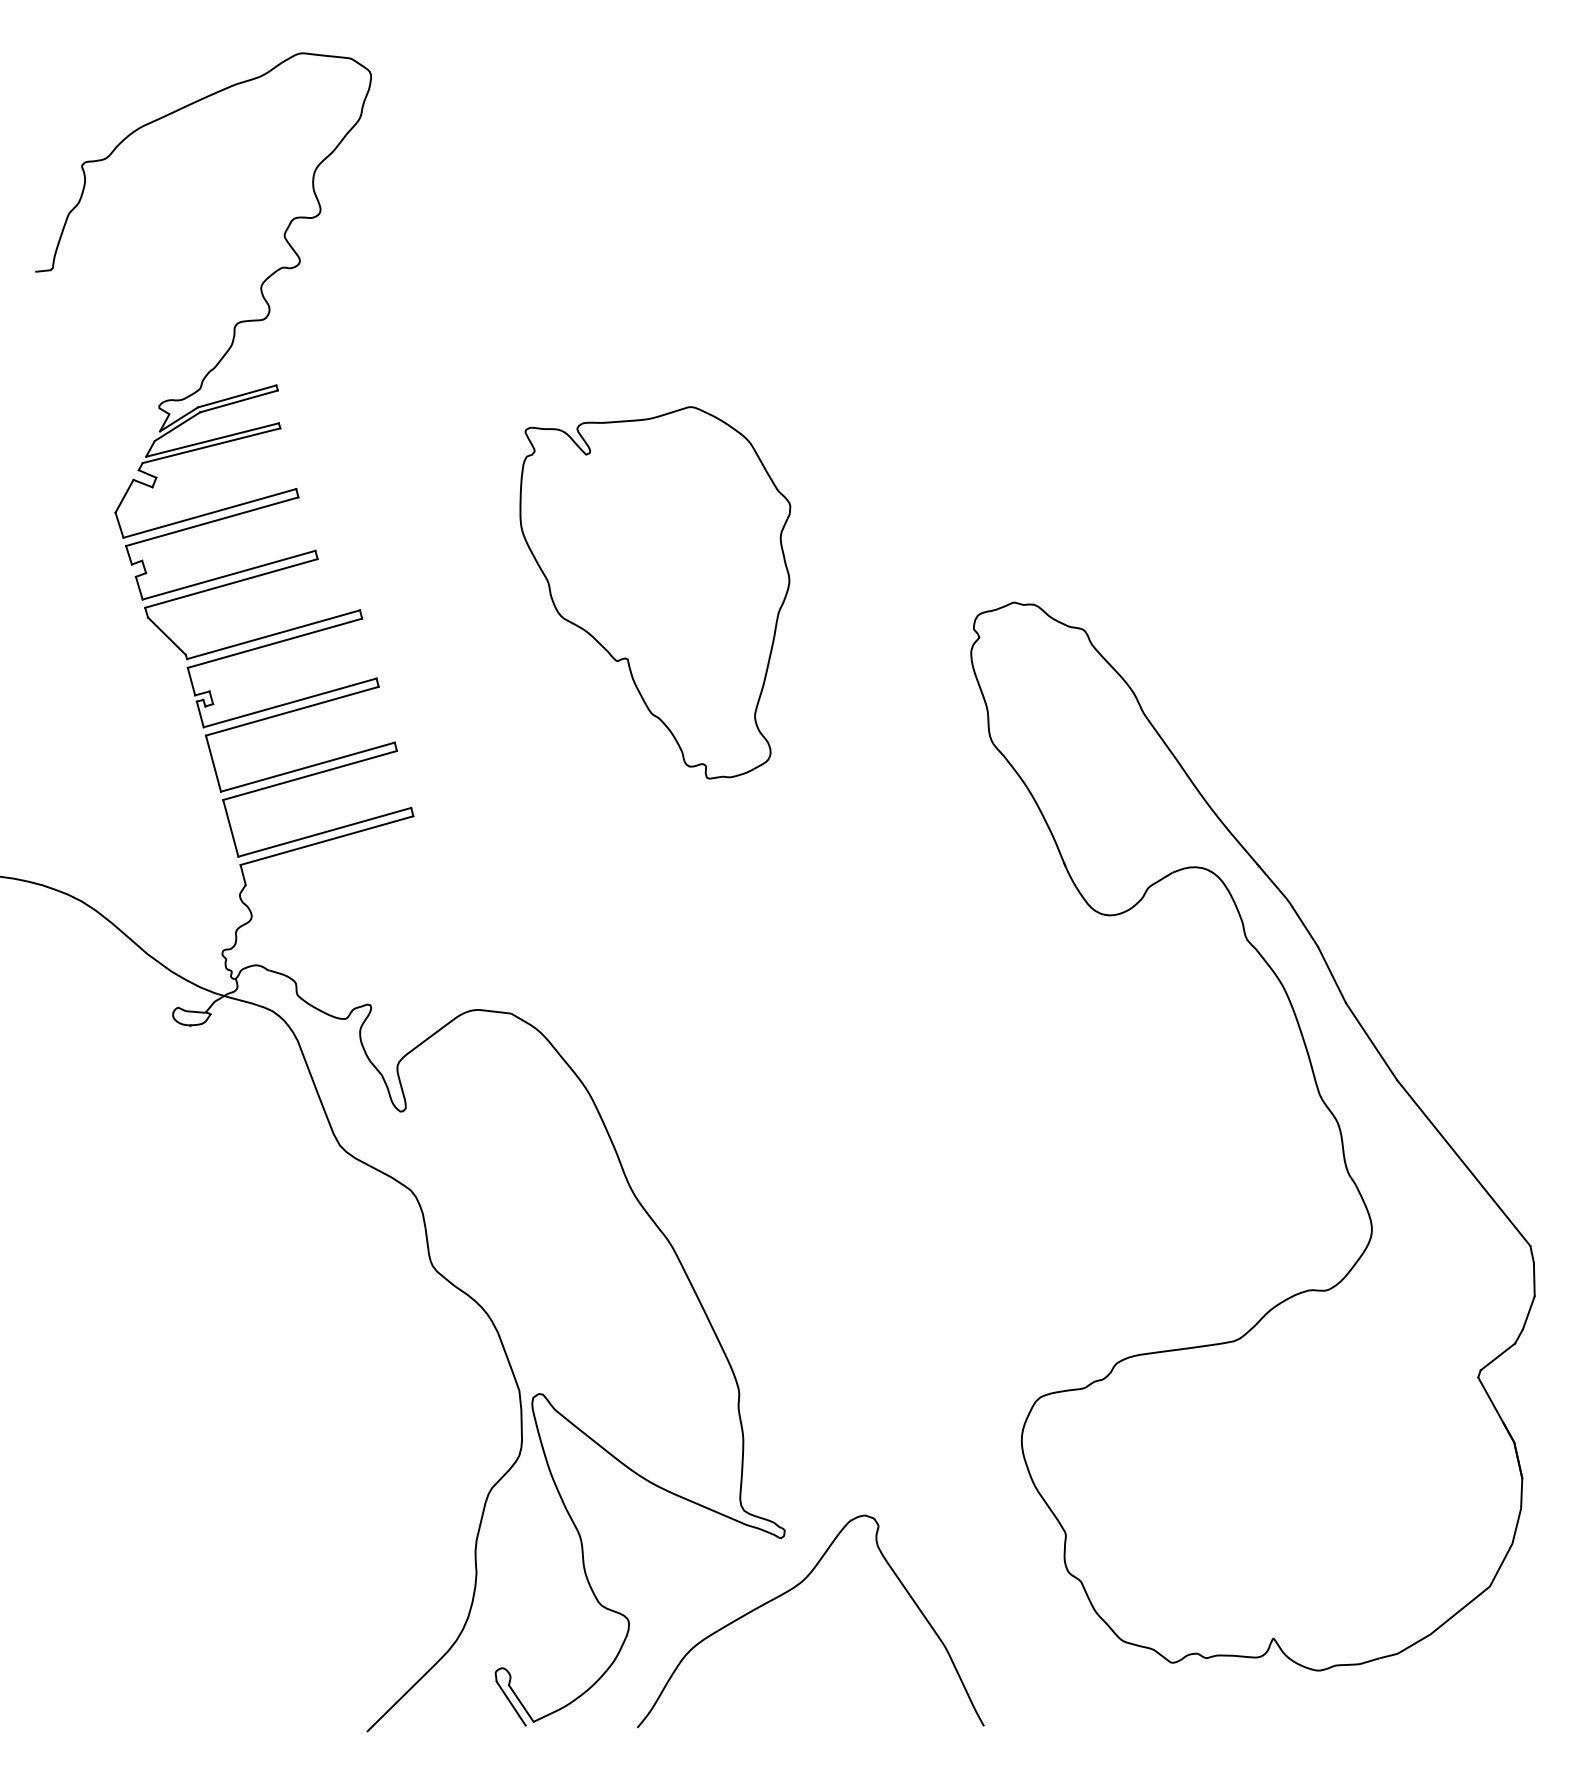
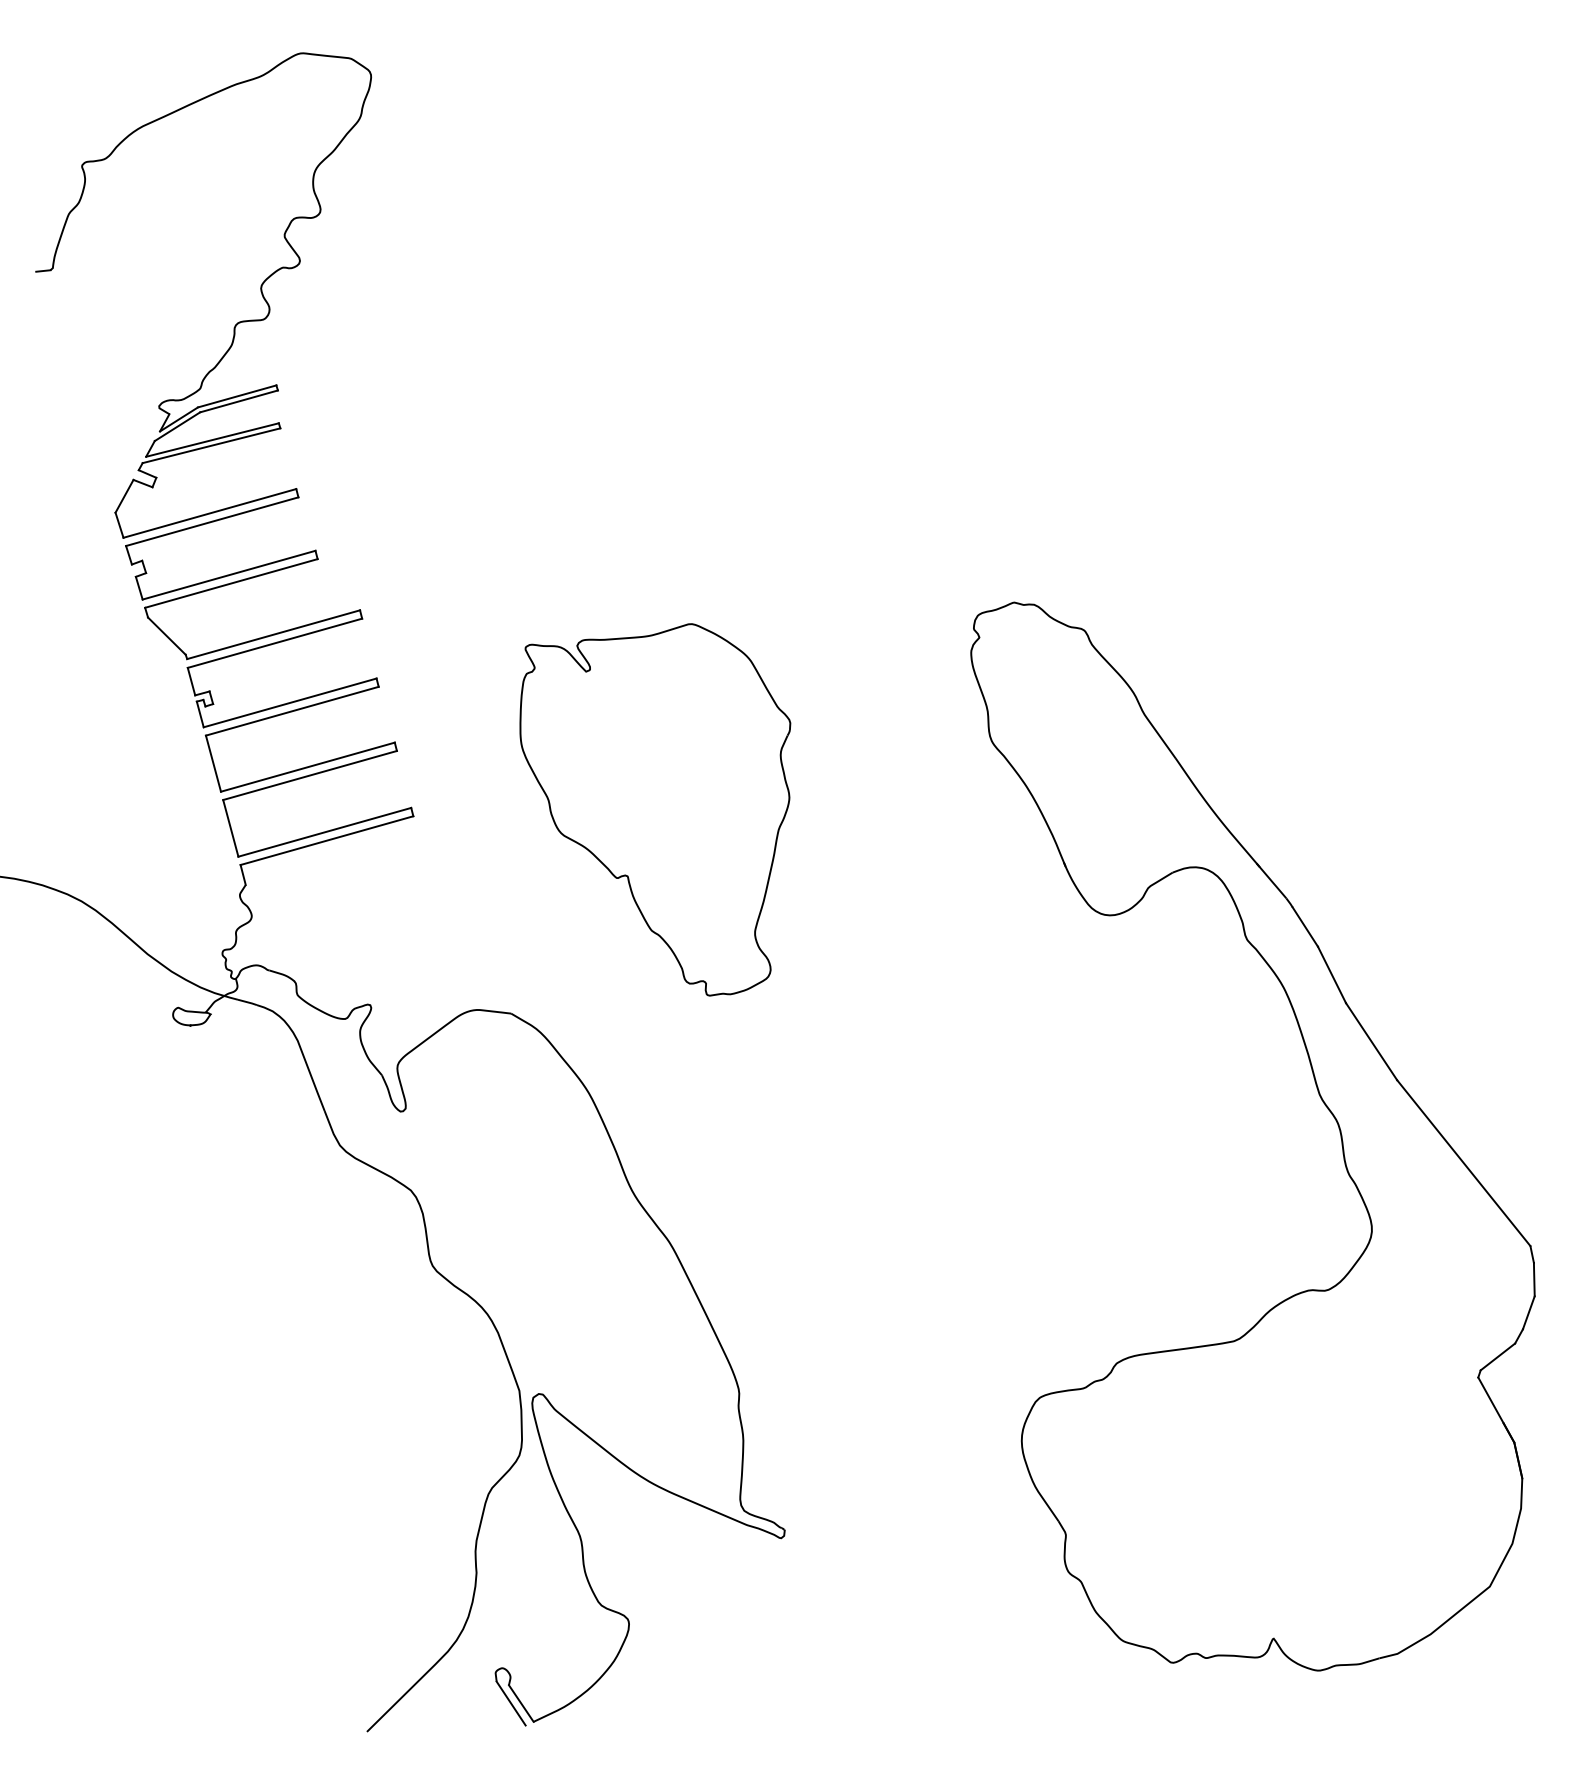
part at (655, 592) position: (655, 592) -> (655, 809)
curve at (791, 1590): present -> none
